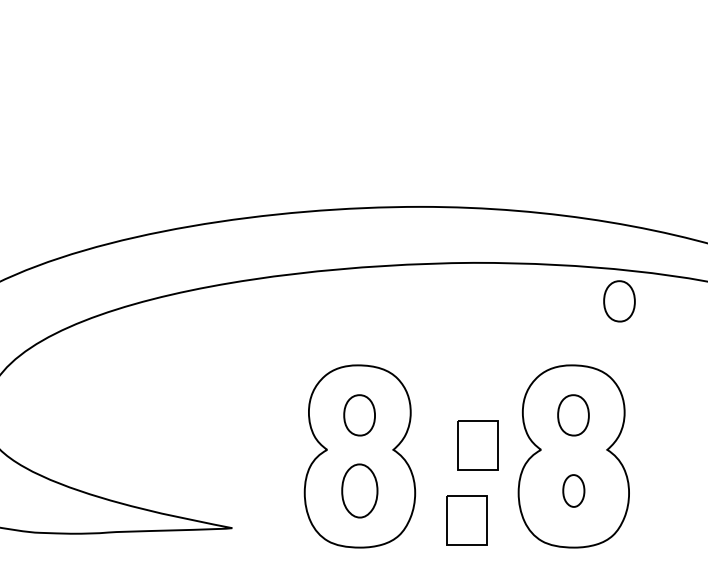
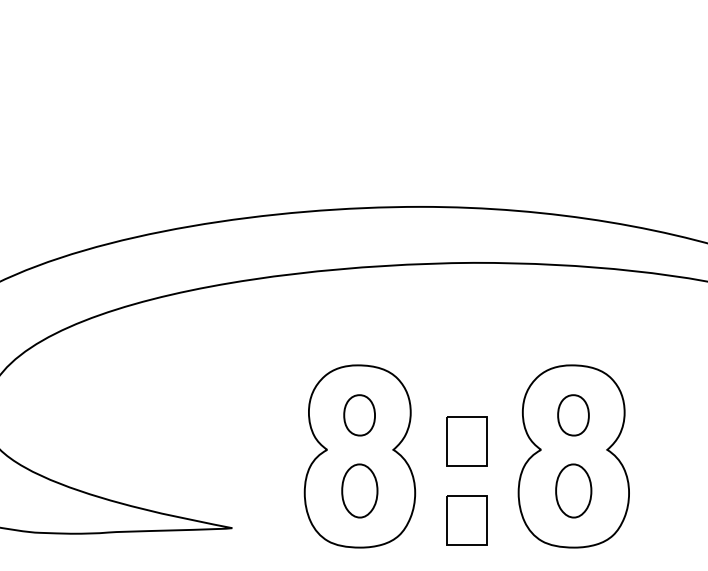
part at (619, 301): present -> none
part at (477, 445) position: (477, 445) -> (466, 441)
part at (573, 490) size: 24x34 px -> 38x56 px
